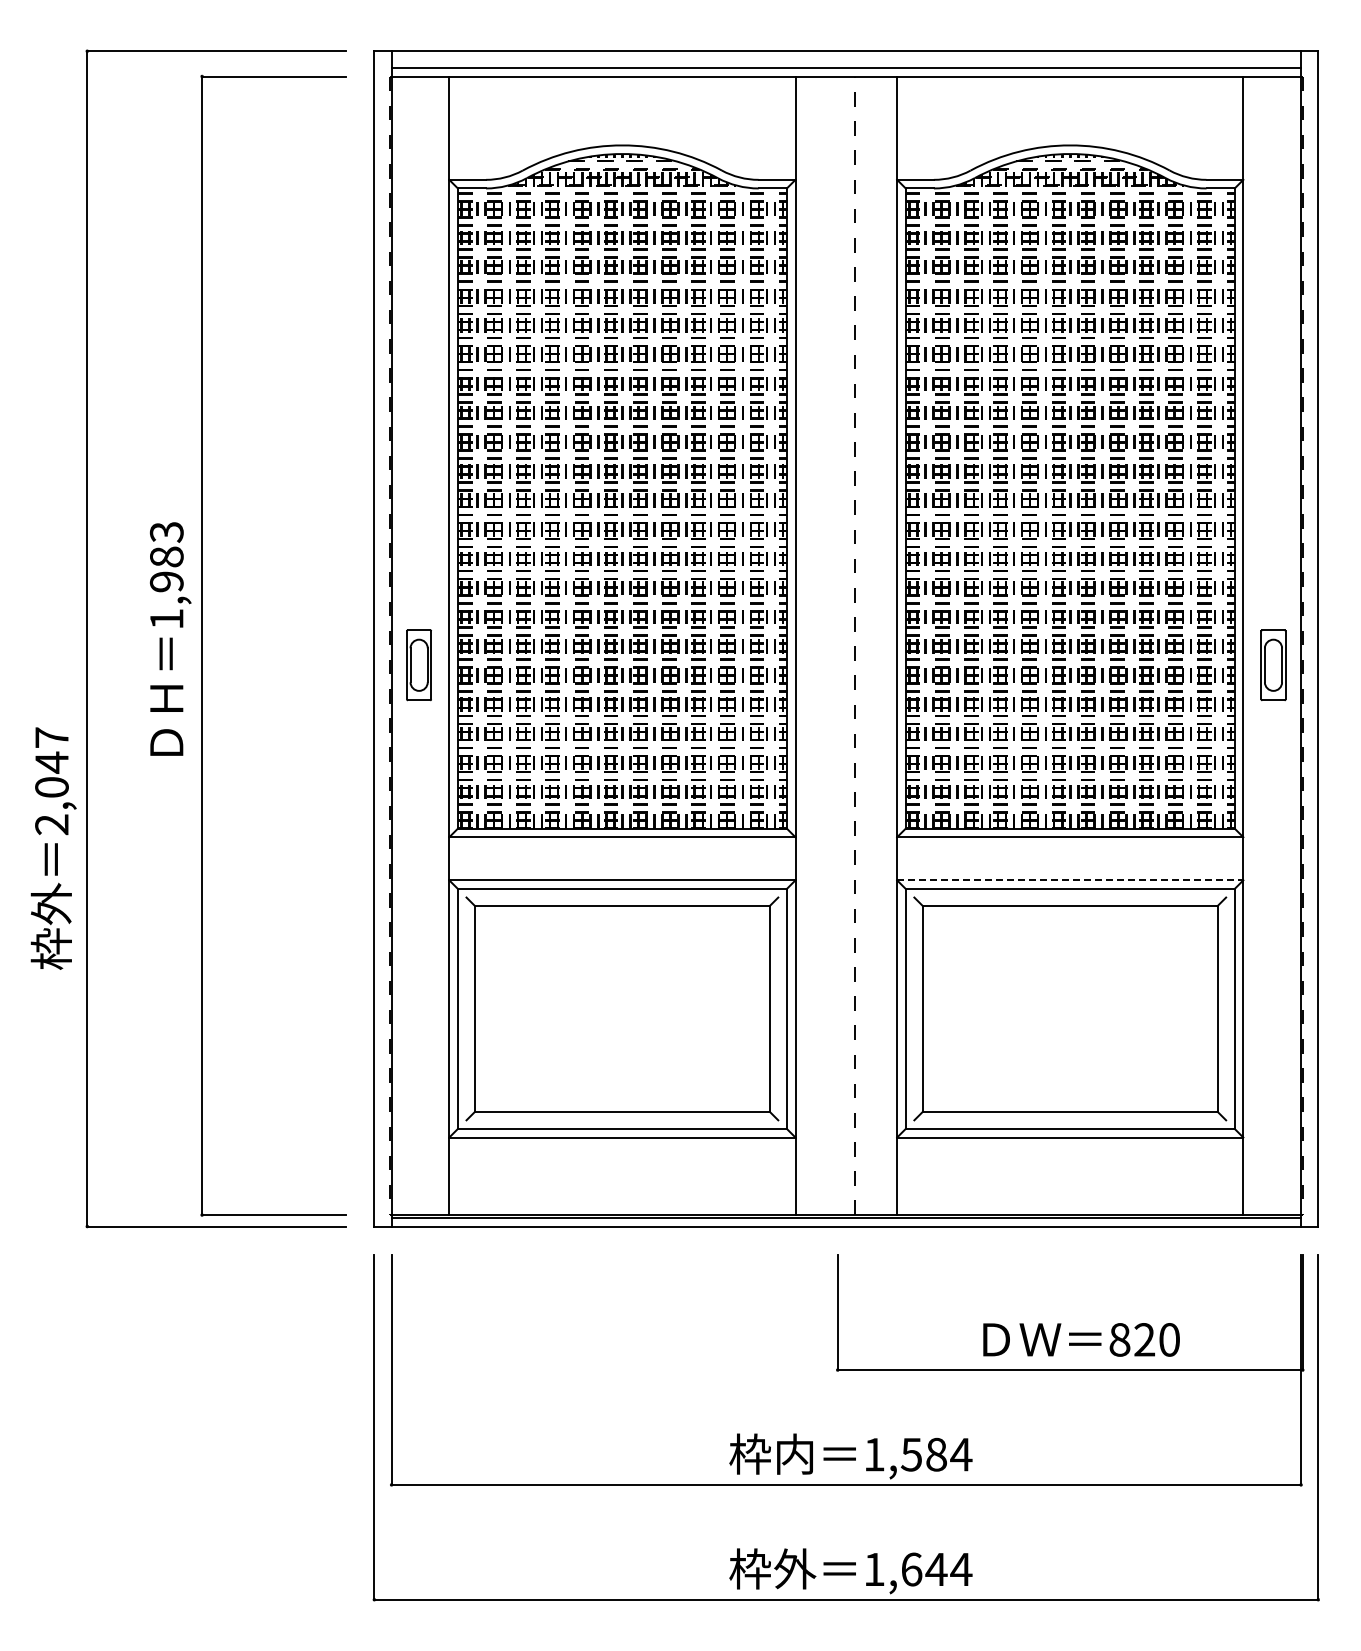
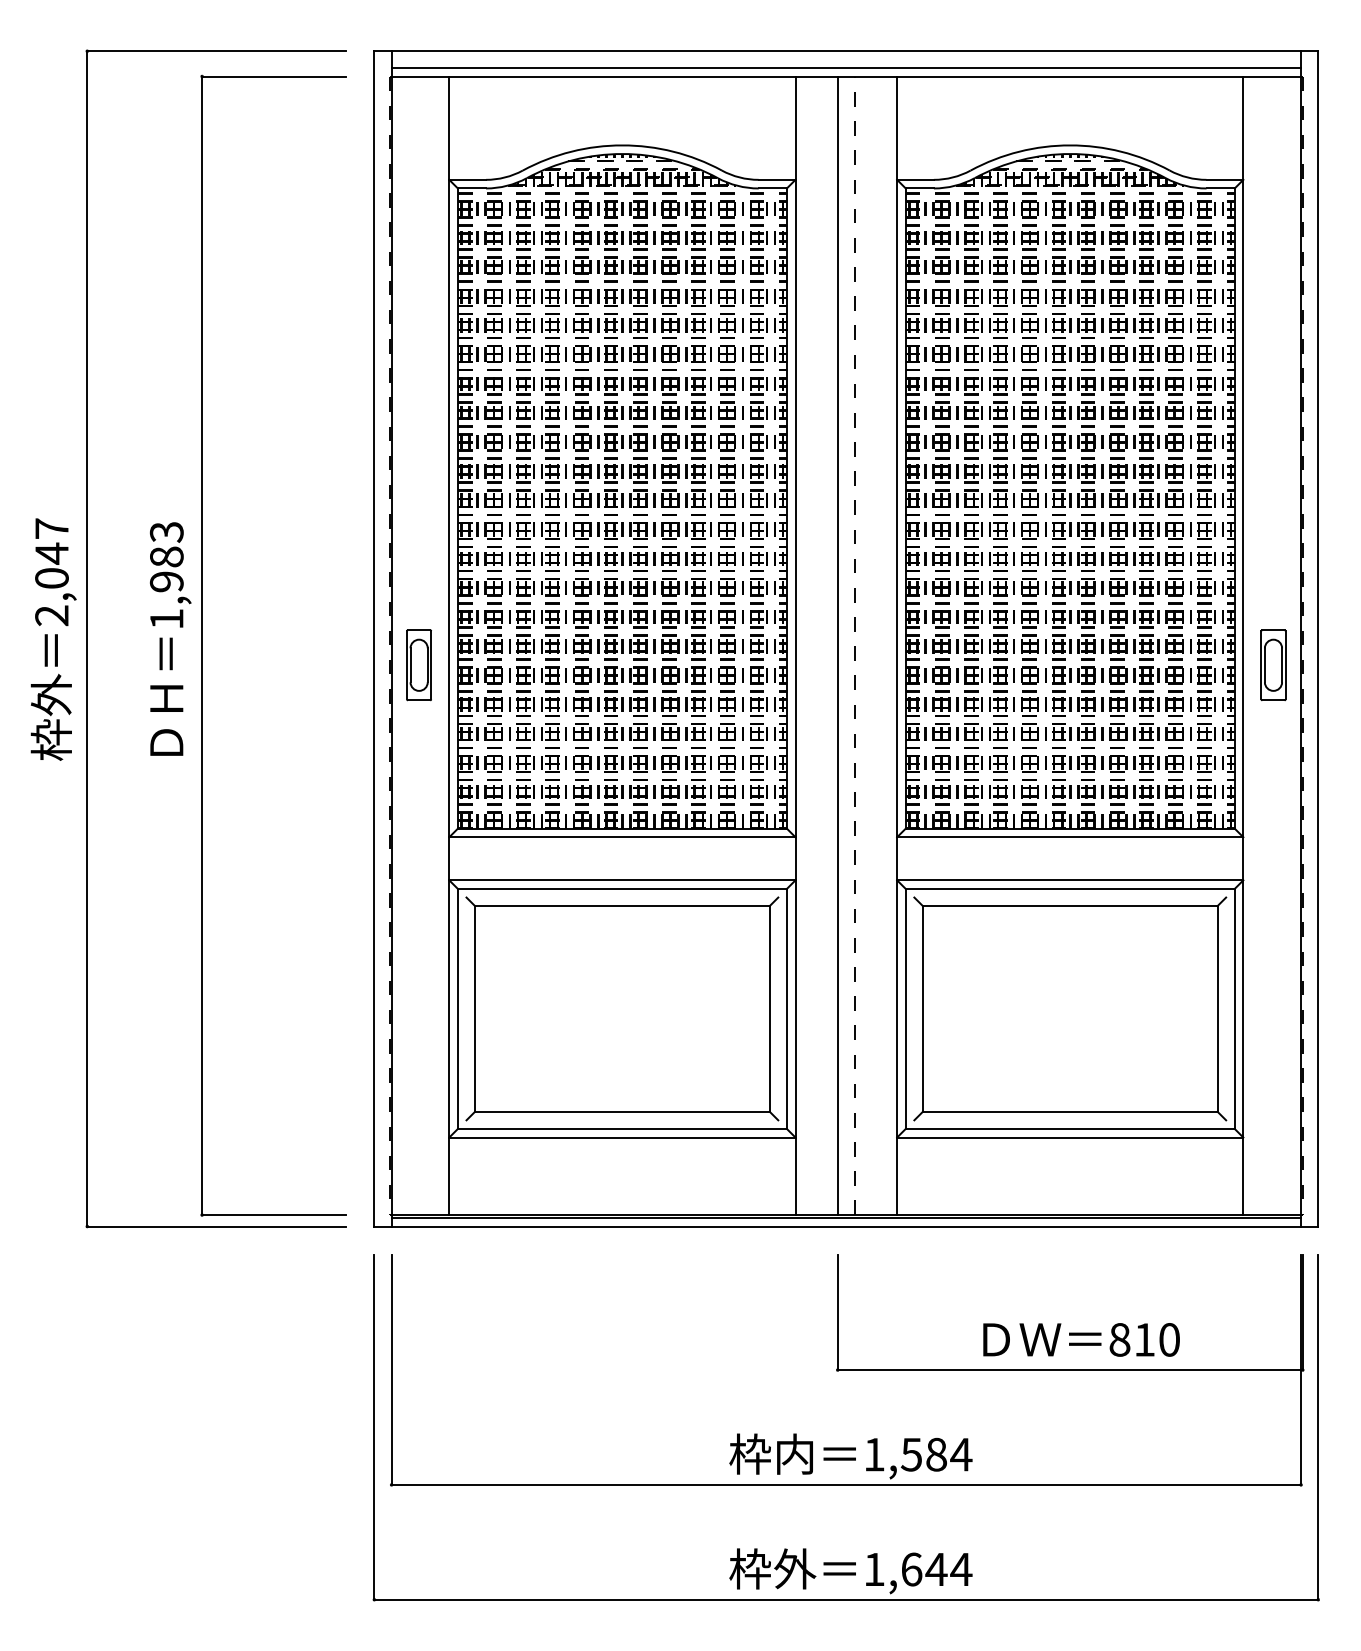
line at (837, 645): none -> present
text at (53, 848) position: (53, 848) -> (53, 639)
line at (1070, 880): dashed -> solid
text at (1144, 1339): 820 -> 810
